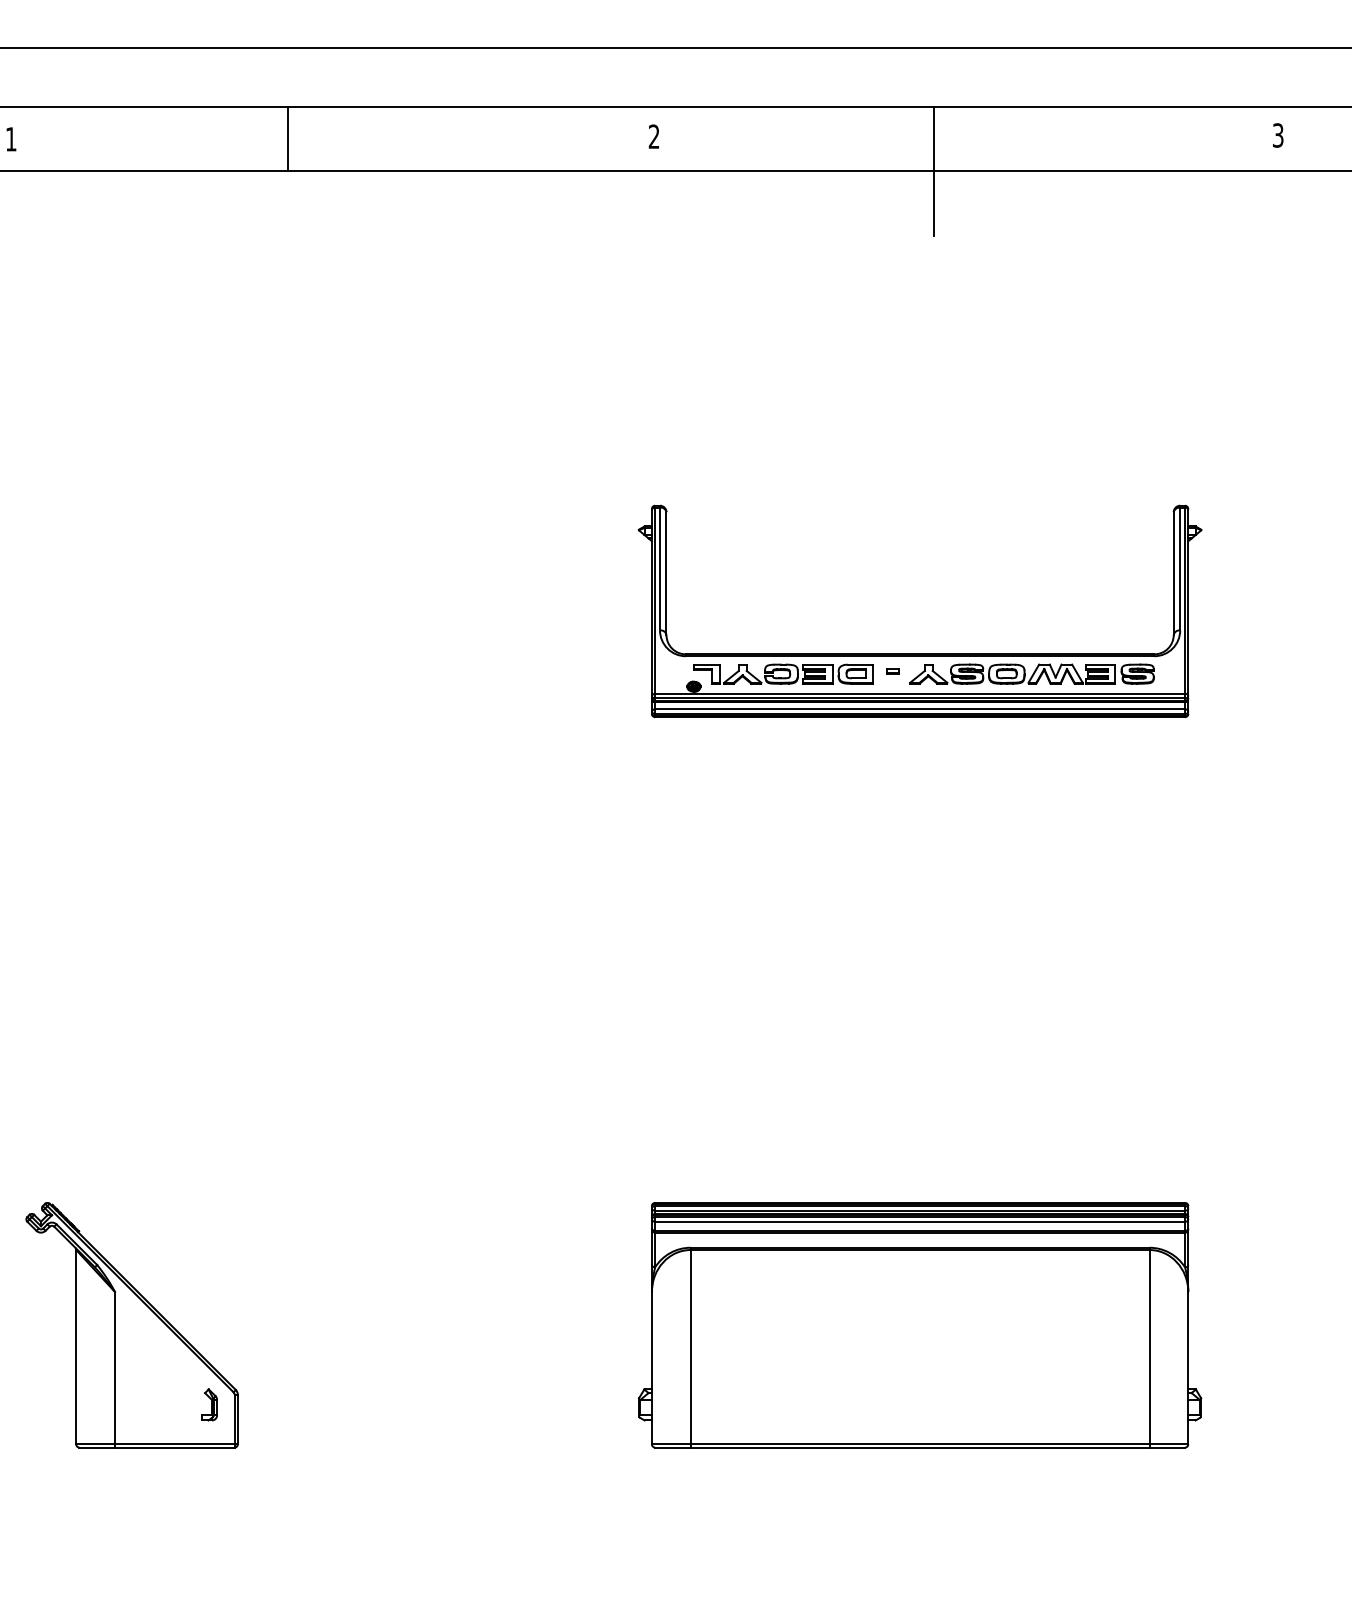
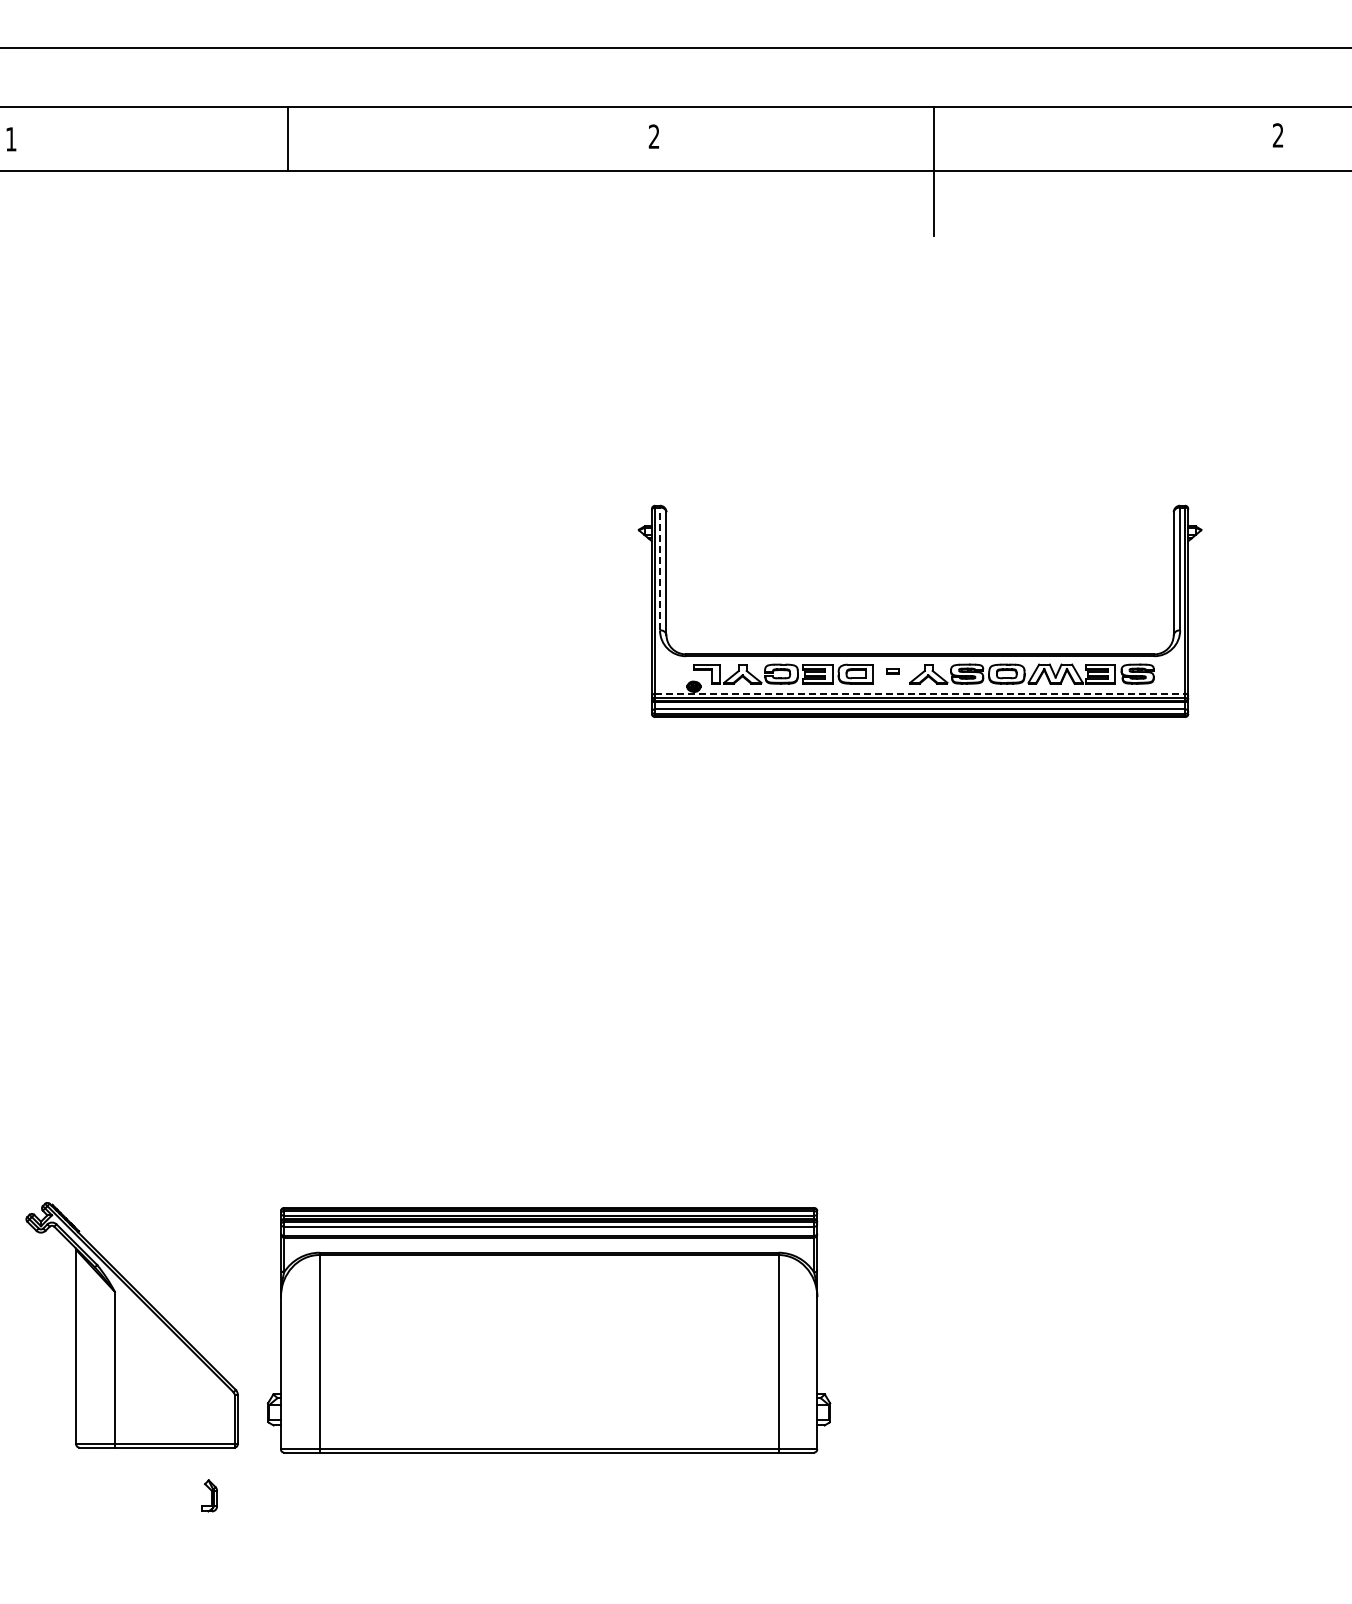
text at (1278, 135): 3 -> 2
line at (660, 568): solid -> dashed
line at (920, 693): solid -> dashed
part at (920, 1325) position: (920, 1325) -> (549, 1330)
part at (209, 1404) position: (209, 1404) -> (209, 1495)
